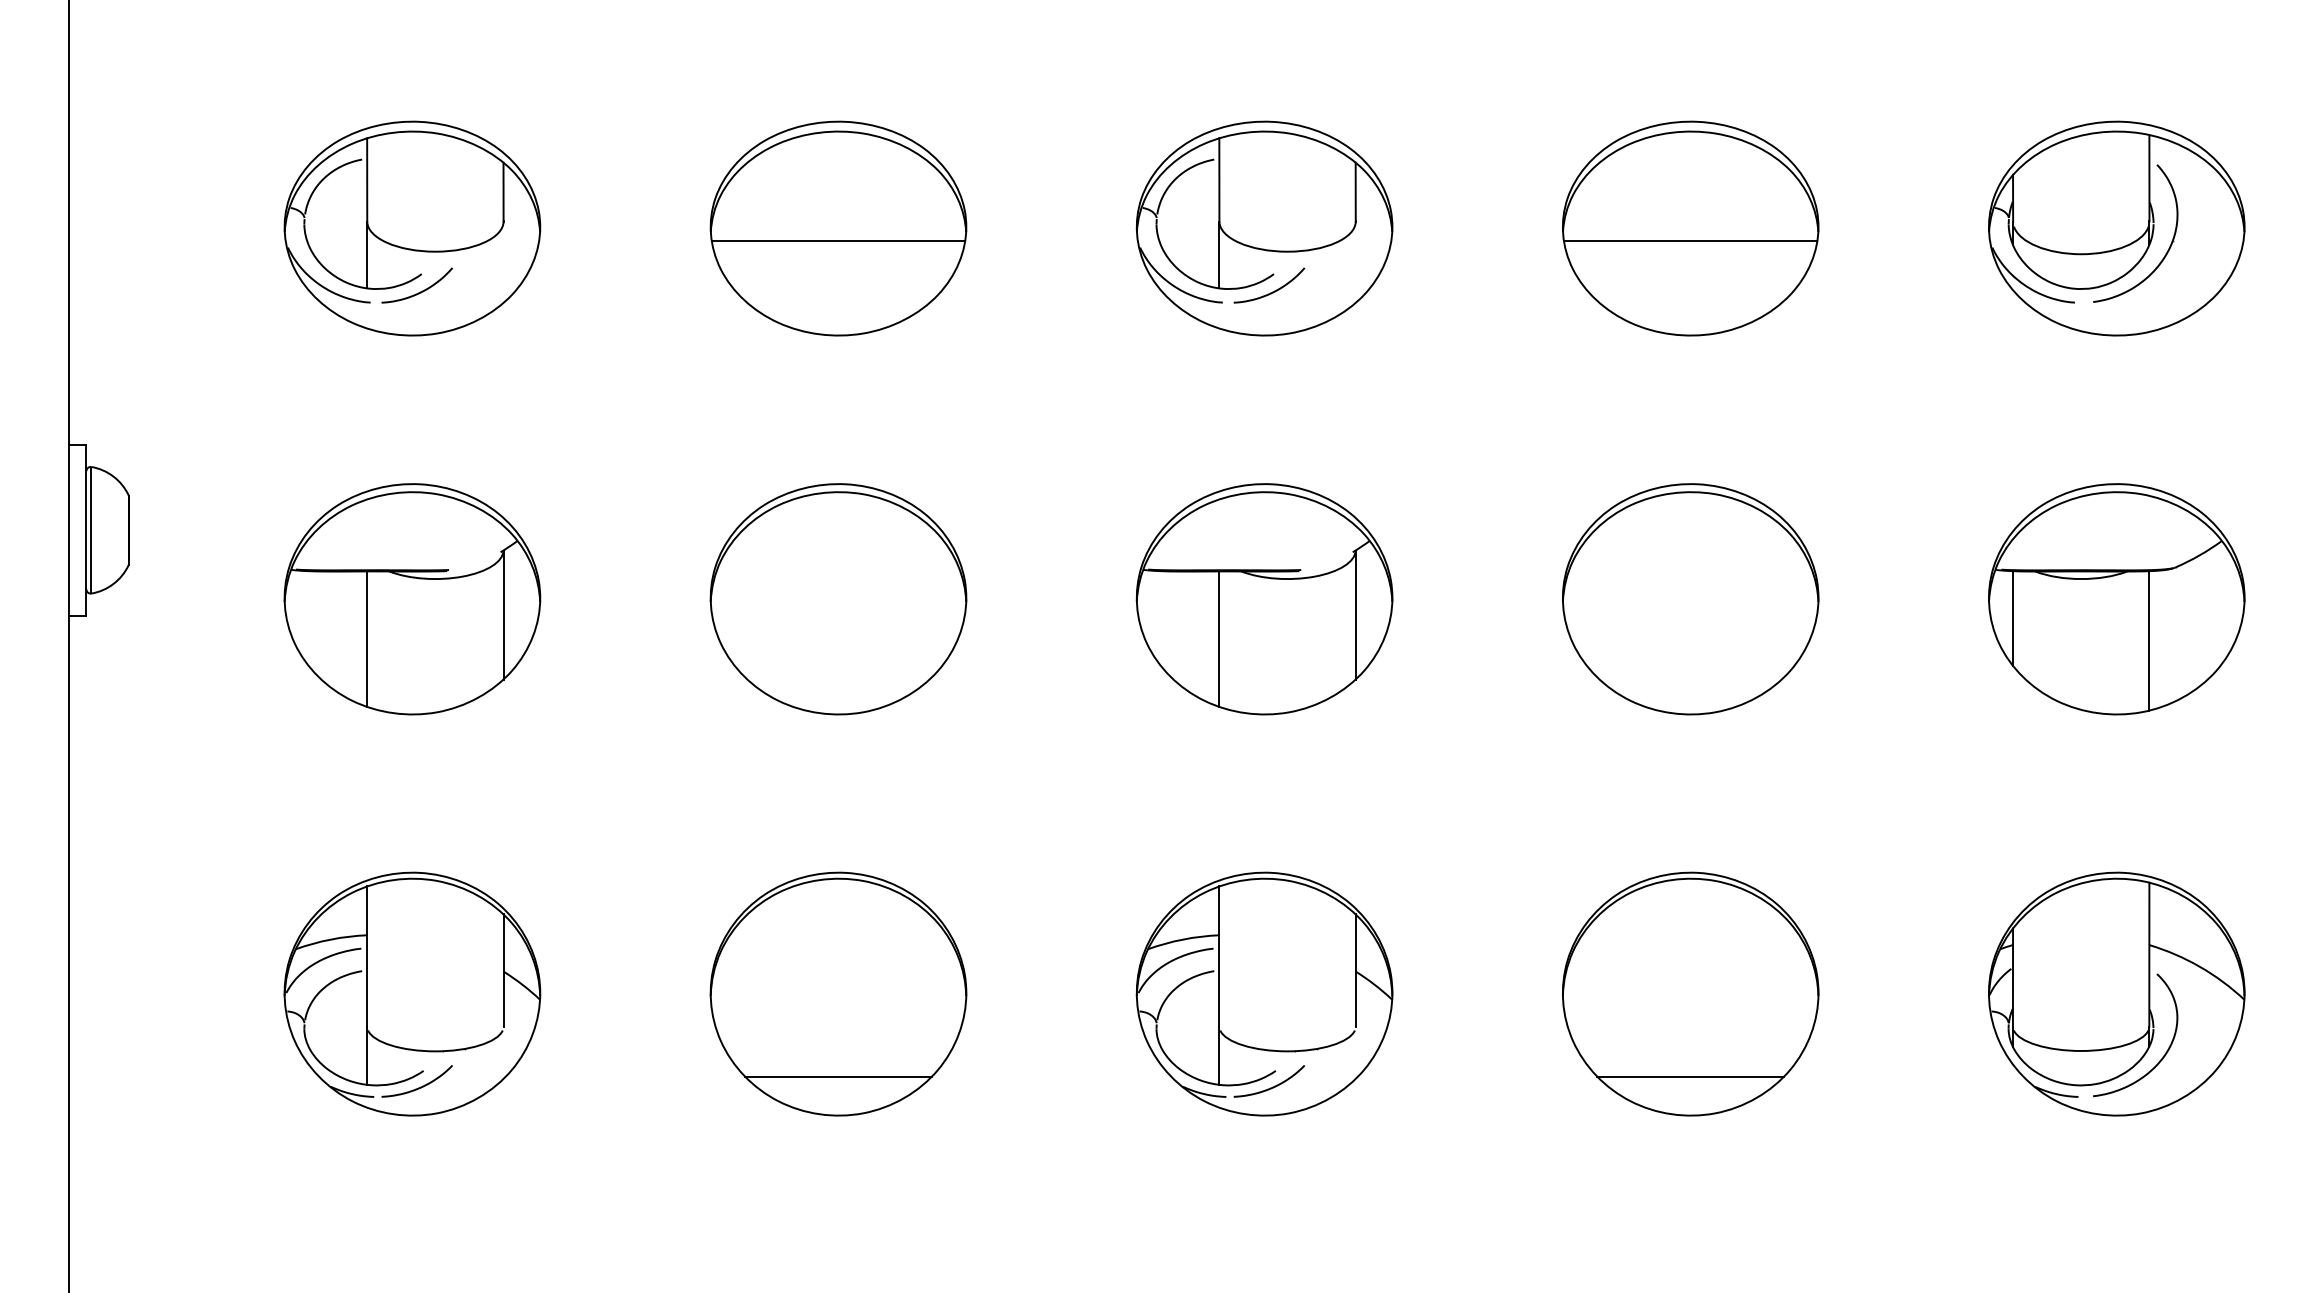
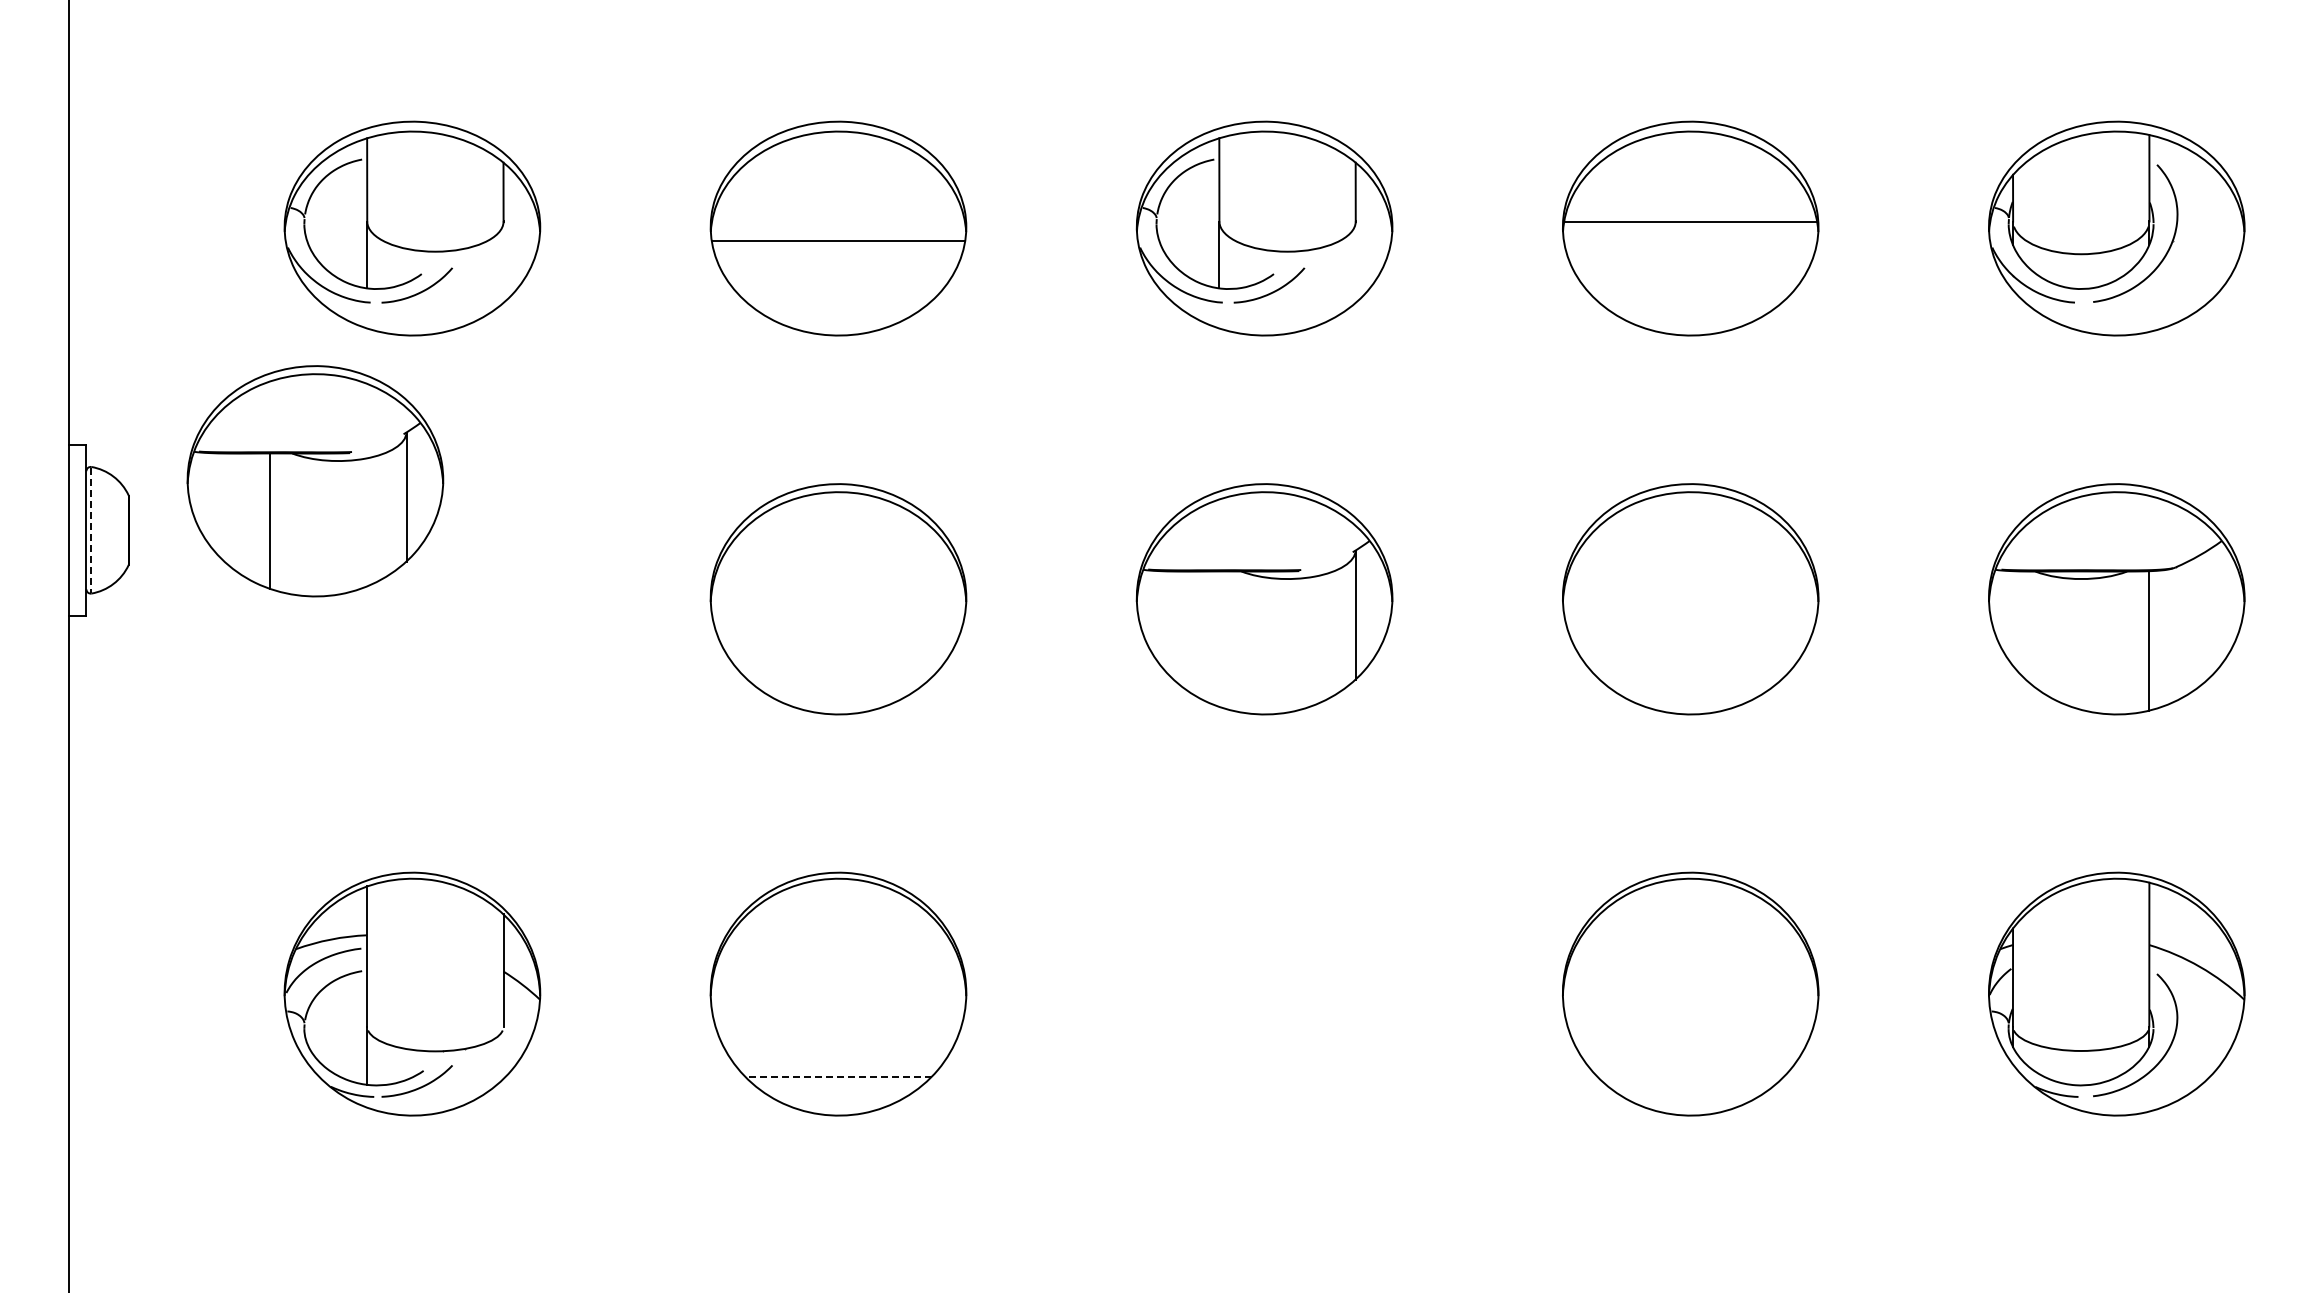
line at (1690, 241) position: (1690, 241) -> (1690, 222)
line at (91, 530): solid -> dashed
part at (412, 599) position: (412, 599) -> (315, 481)
line at (2013, 618): present -> none
line at (1219, 638): present -> none
part at (1264, 993): present -> none
line at (838, 1076): solid -> dashed
line at (1690, 1076): present -> none
